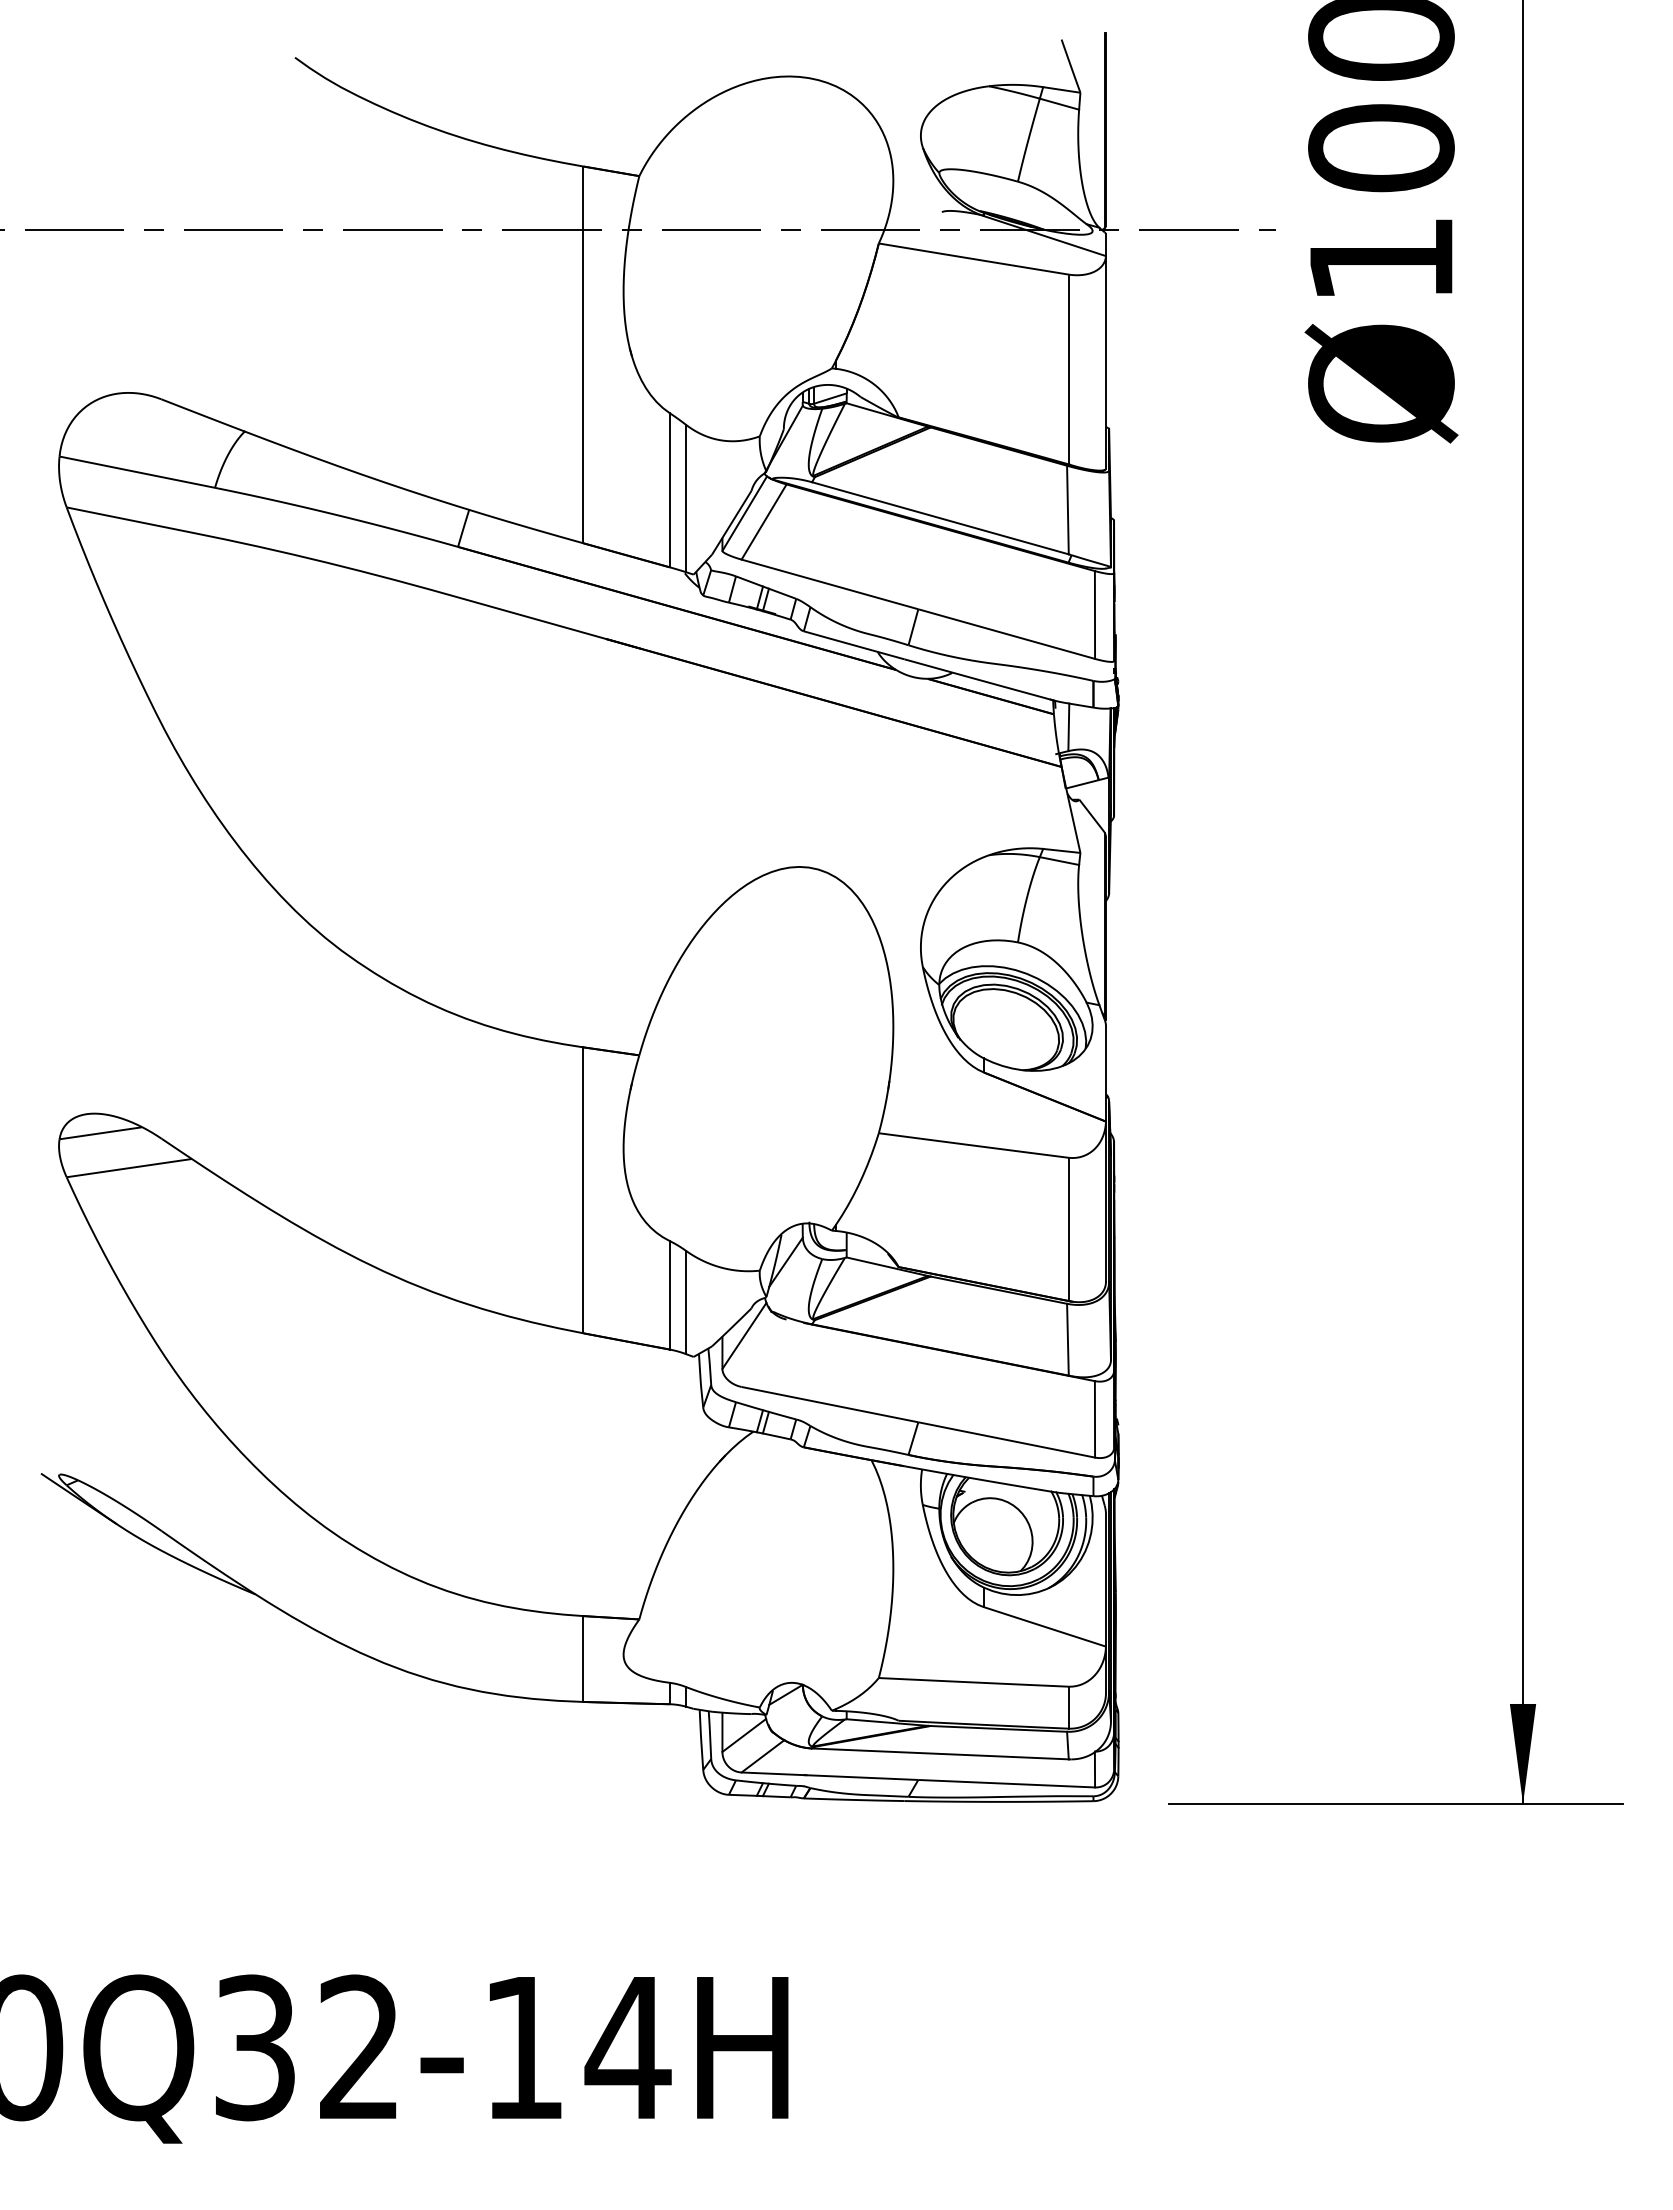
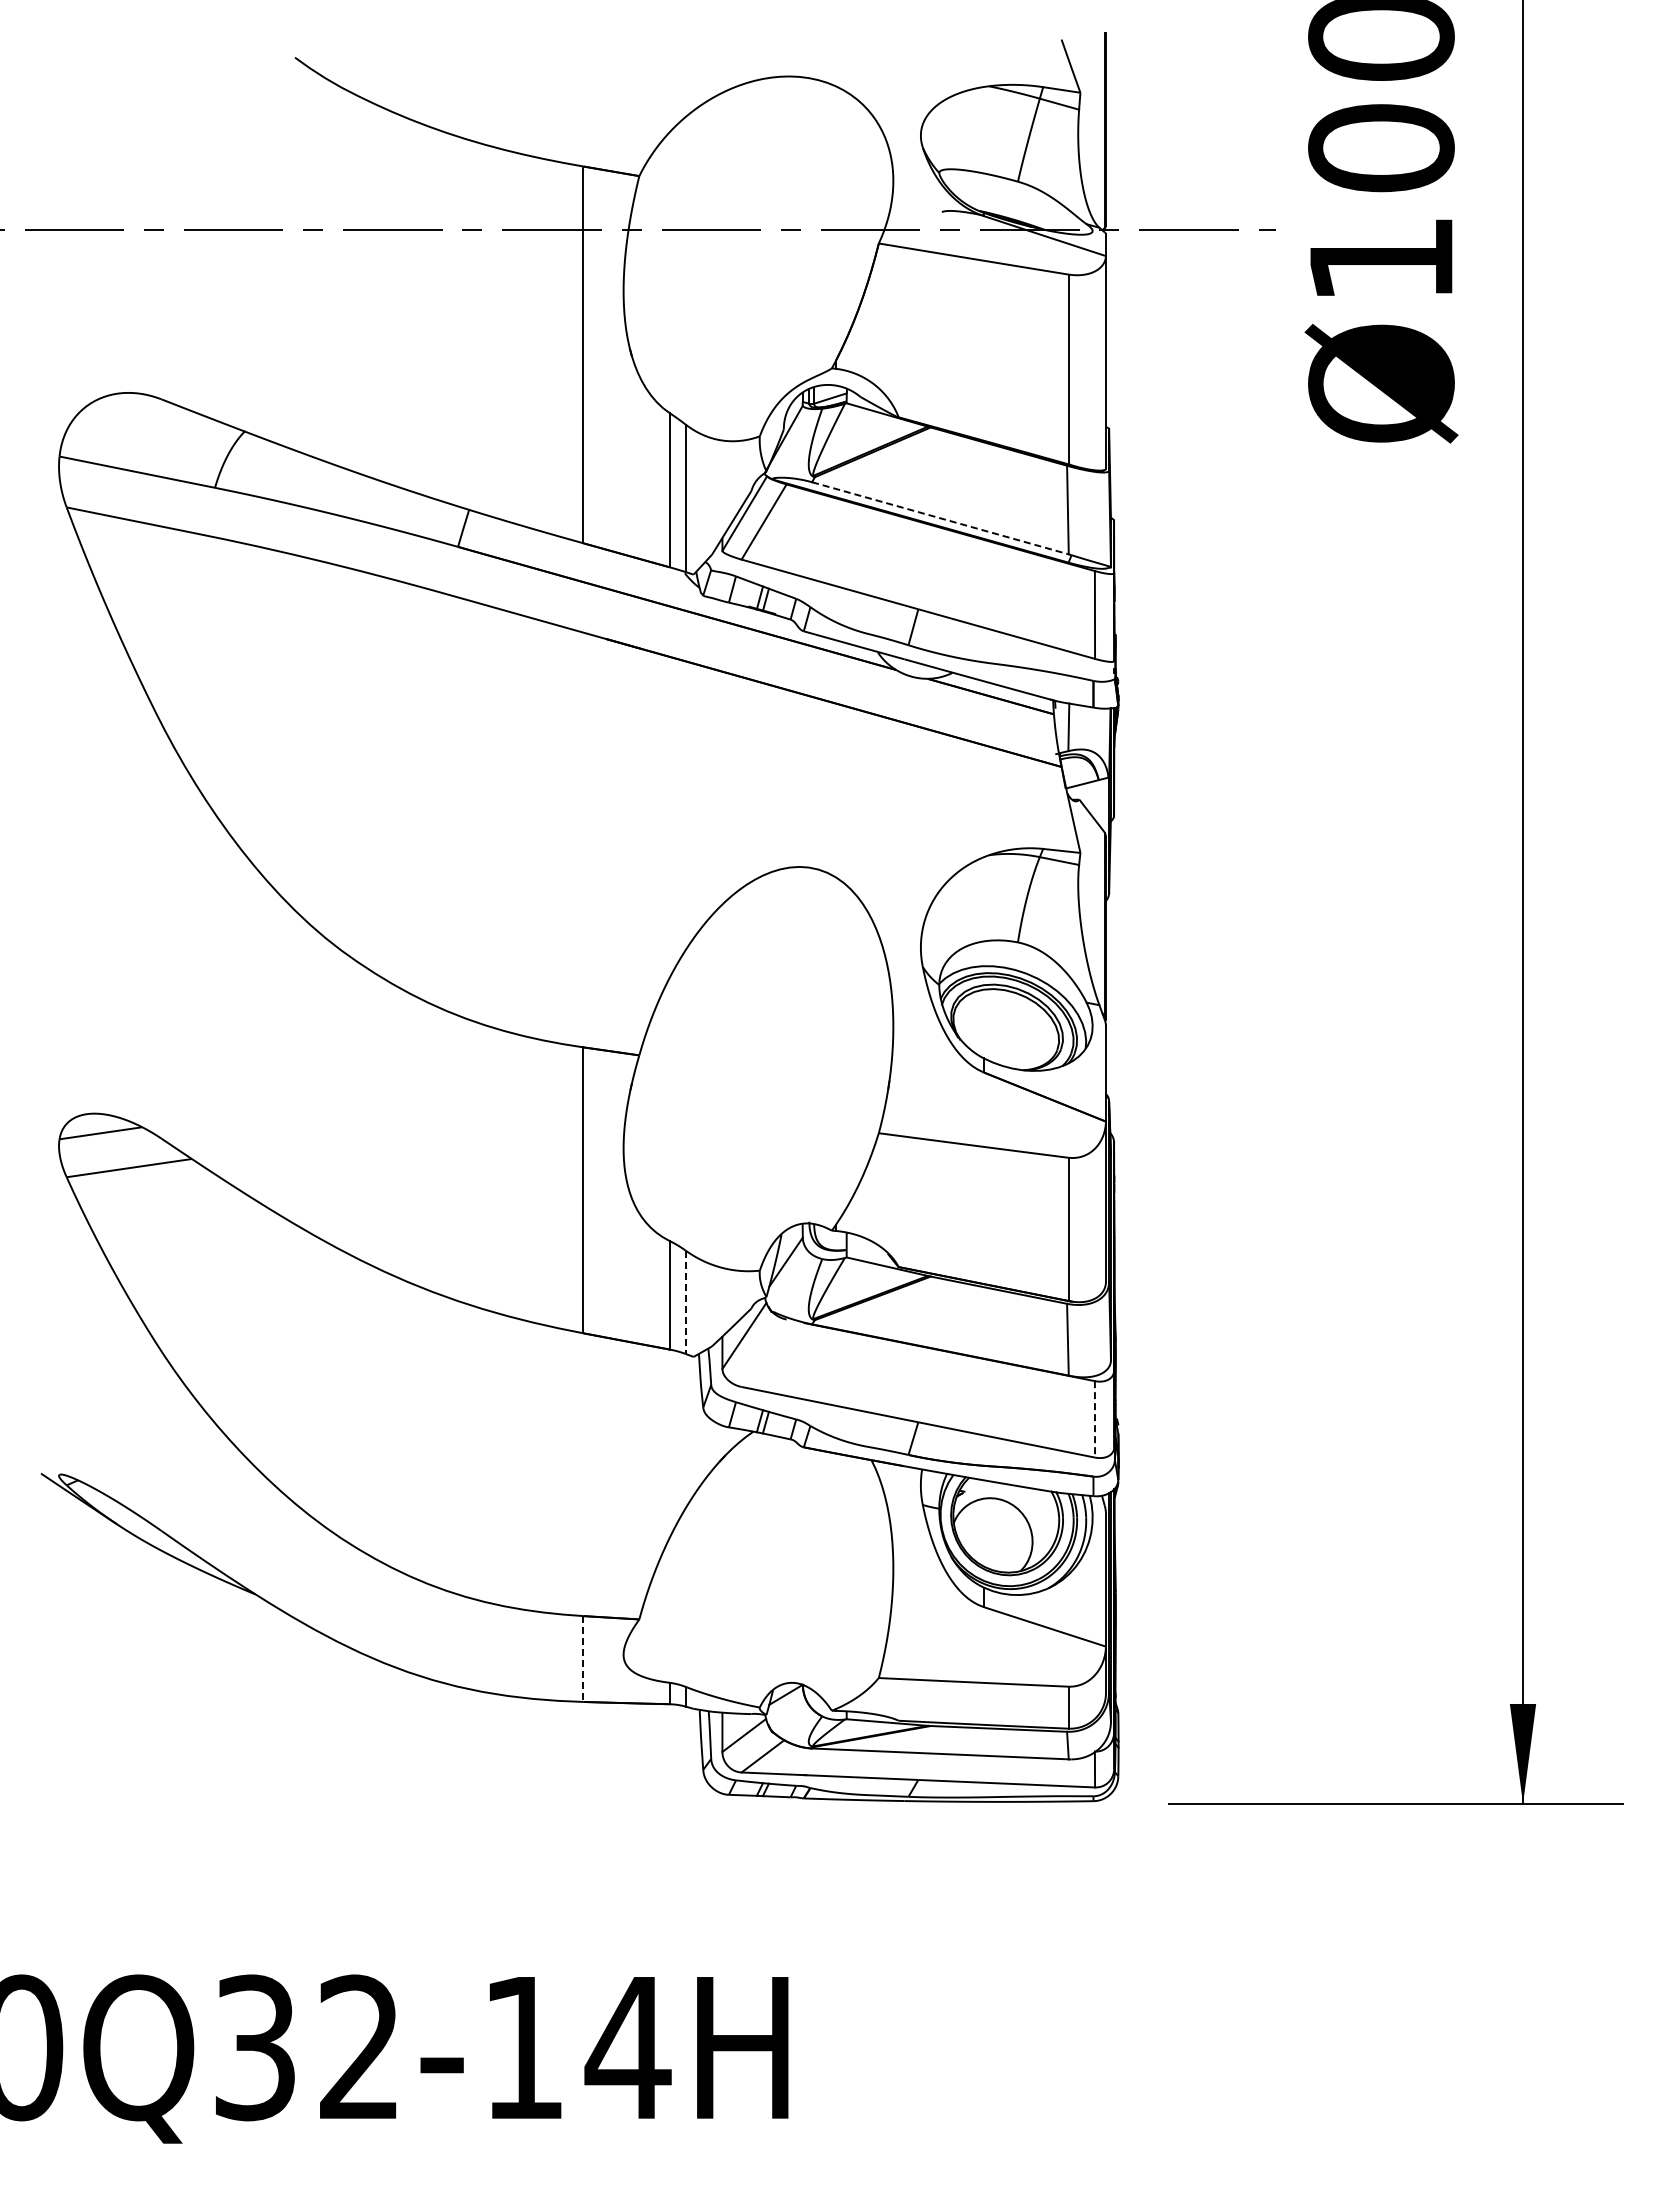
line at (940, 518): solid -> dashed
line at (685, 1302): solid -> dashed
line at (1094, 1419): solid -> dashed
line at (583, 1659): solid -> dashed
